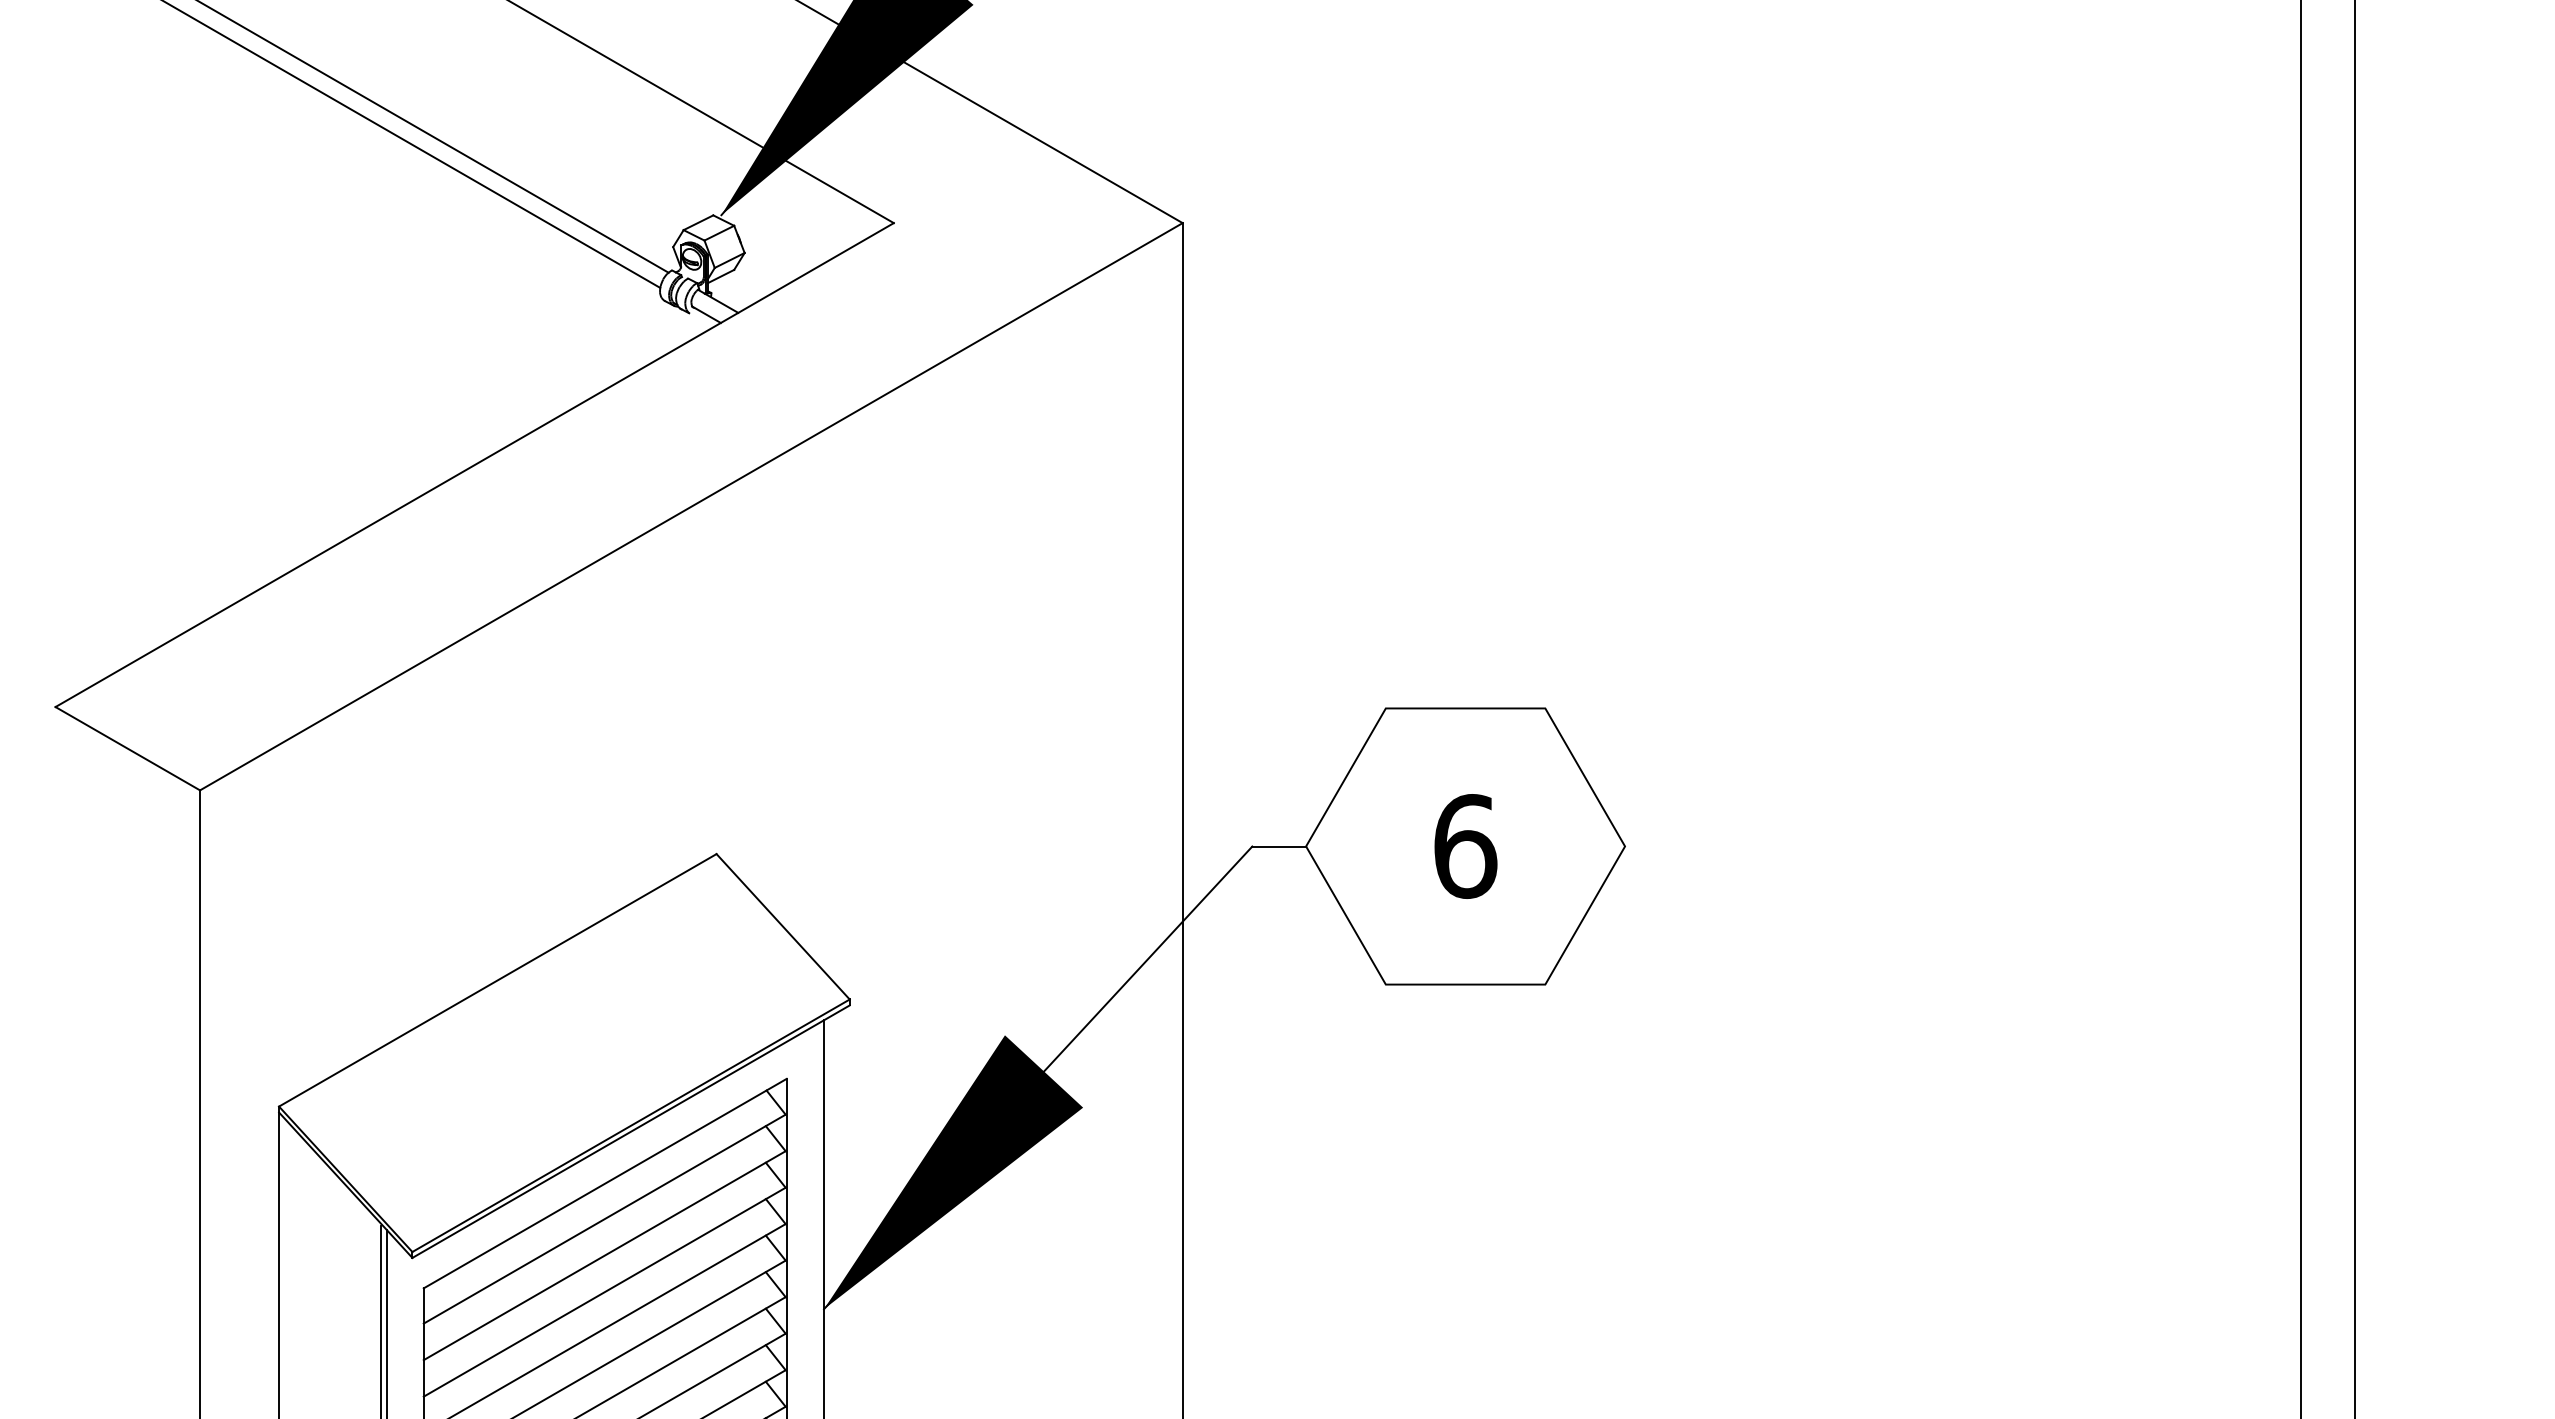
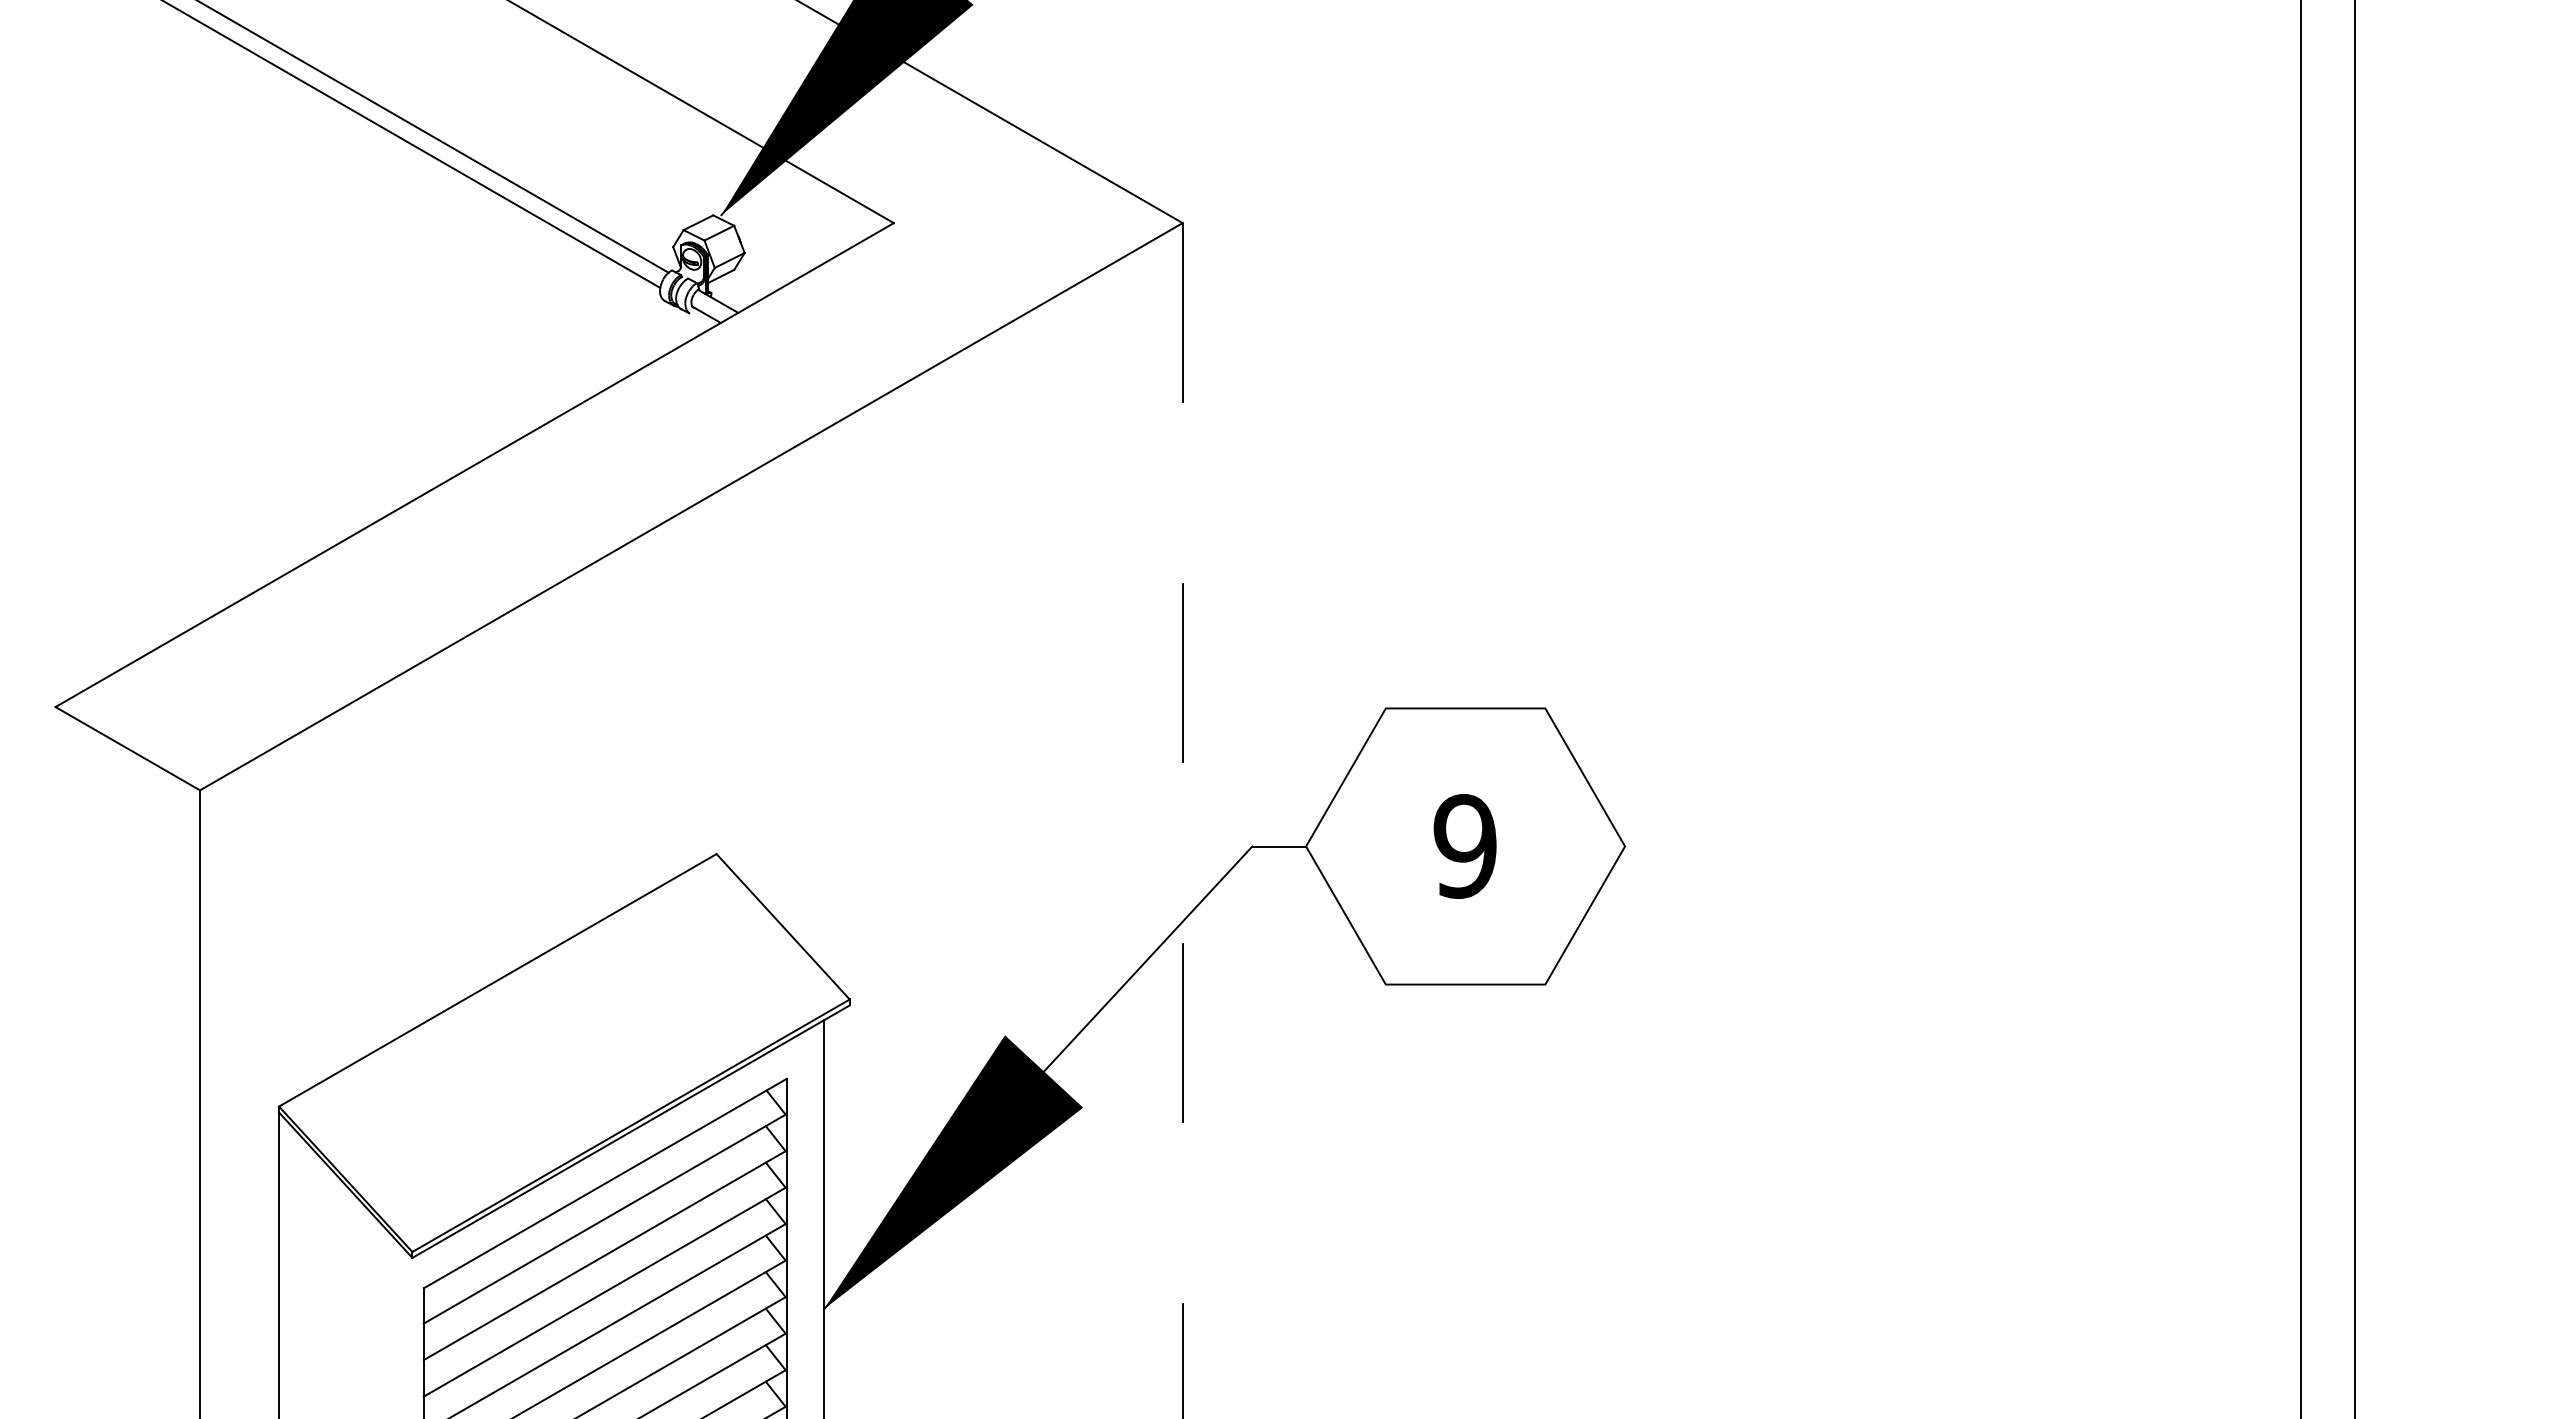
line at (1182, 821): solid -> dashed
text at (1465, 846): 6 -> 9
line at (380, 1320): present -> none
line at (386, 1322): present -> none
